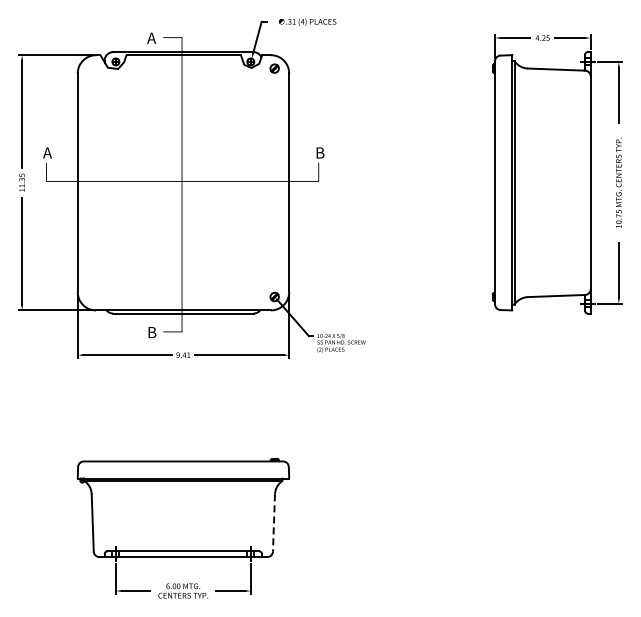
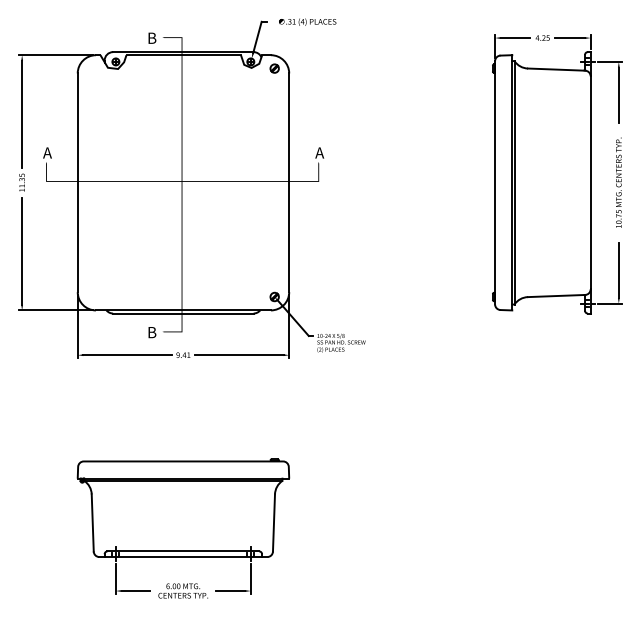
text at (151, 37): A -> B
text at (319, 152): B -> A
line at (273, 522): dashed -> solid
